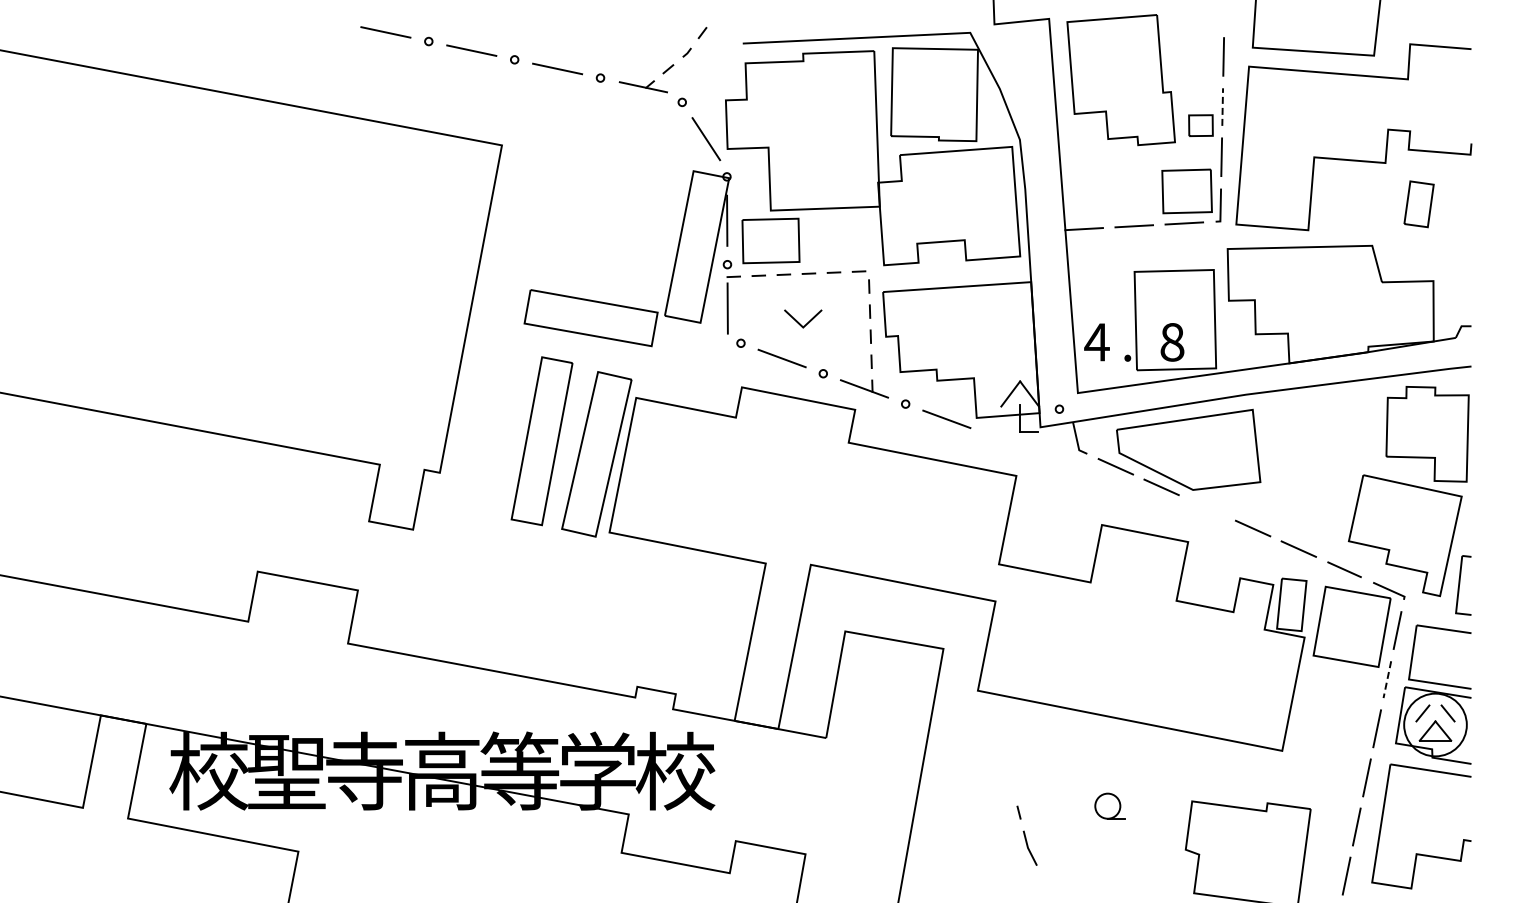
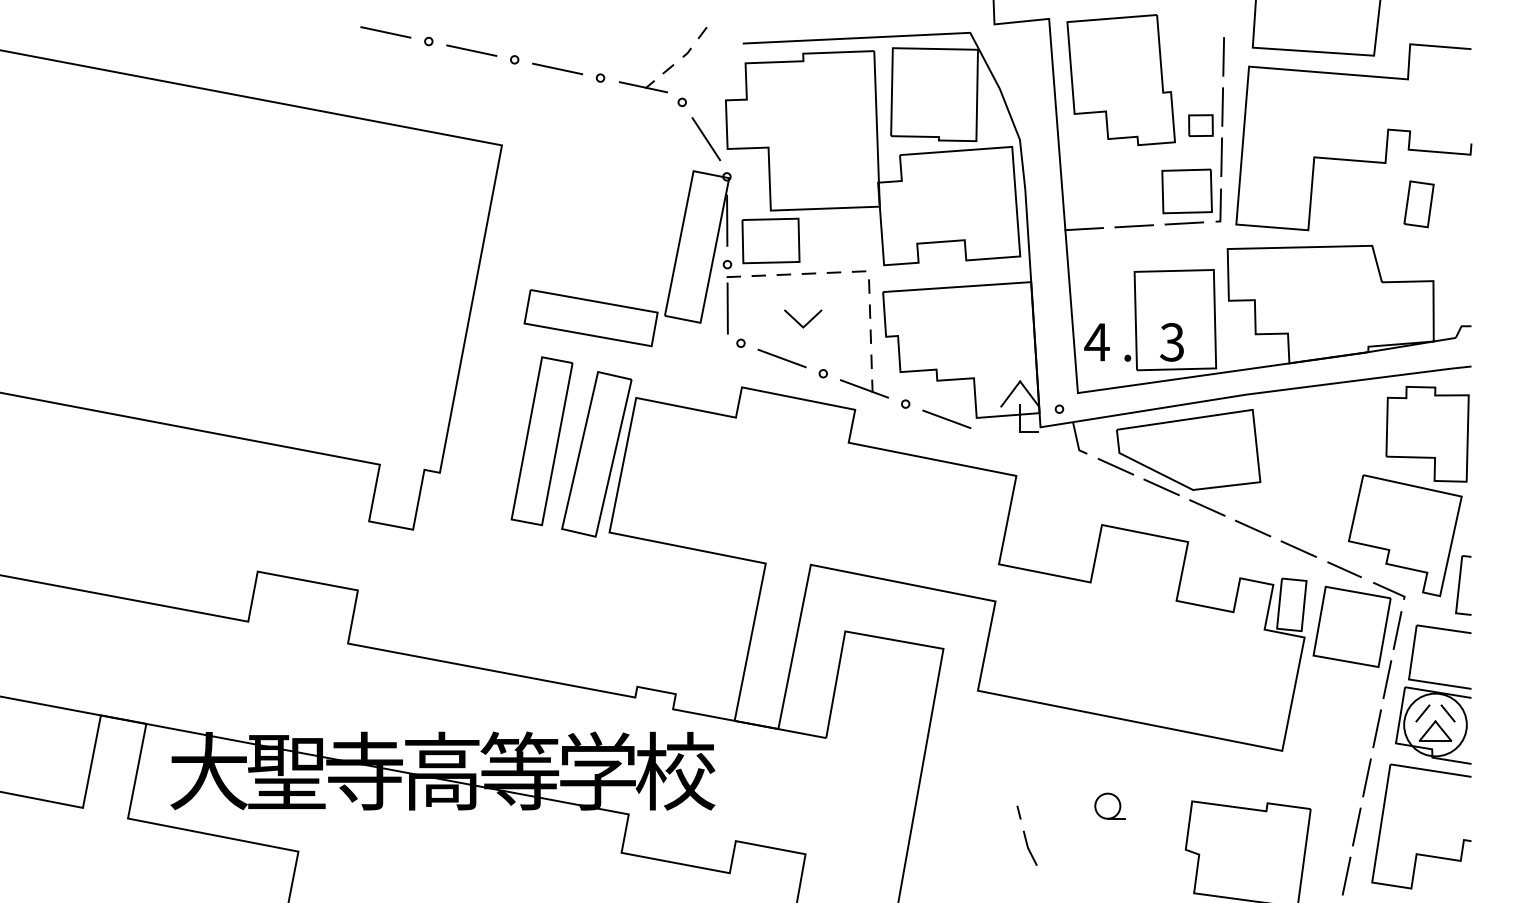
line at (1222, 107): dashed -> solid
text at (1172, 342): 8 -> 3
line at (1207, 507): none -> present
line at (1387, 679): dashed -> solid
text at (208, 770): 校 -> 大
